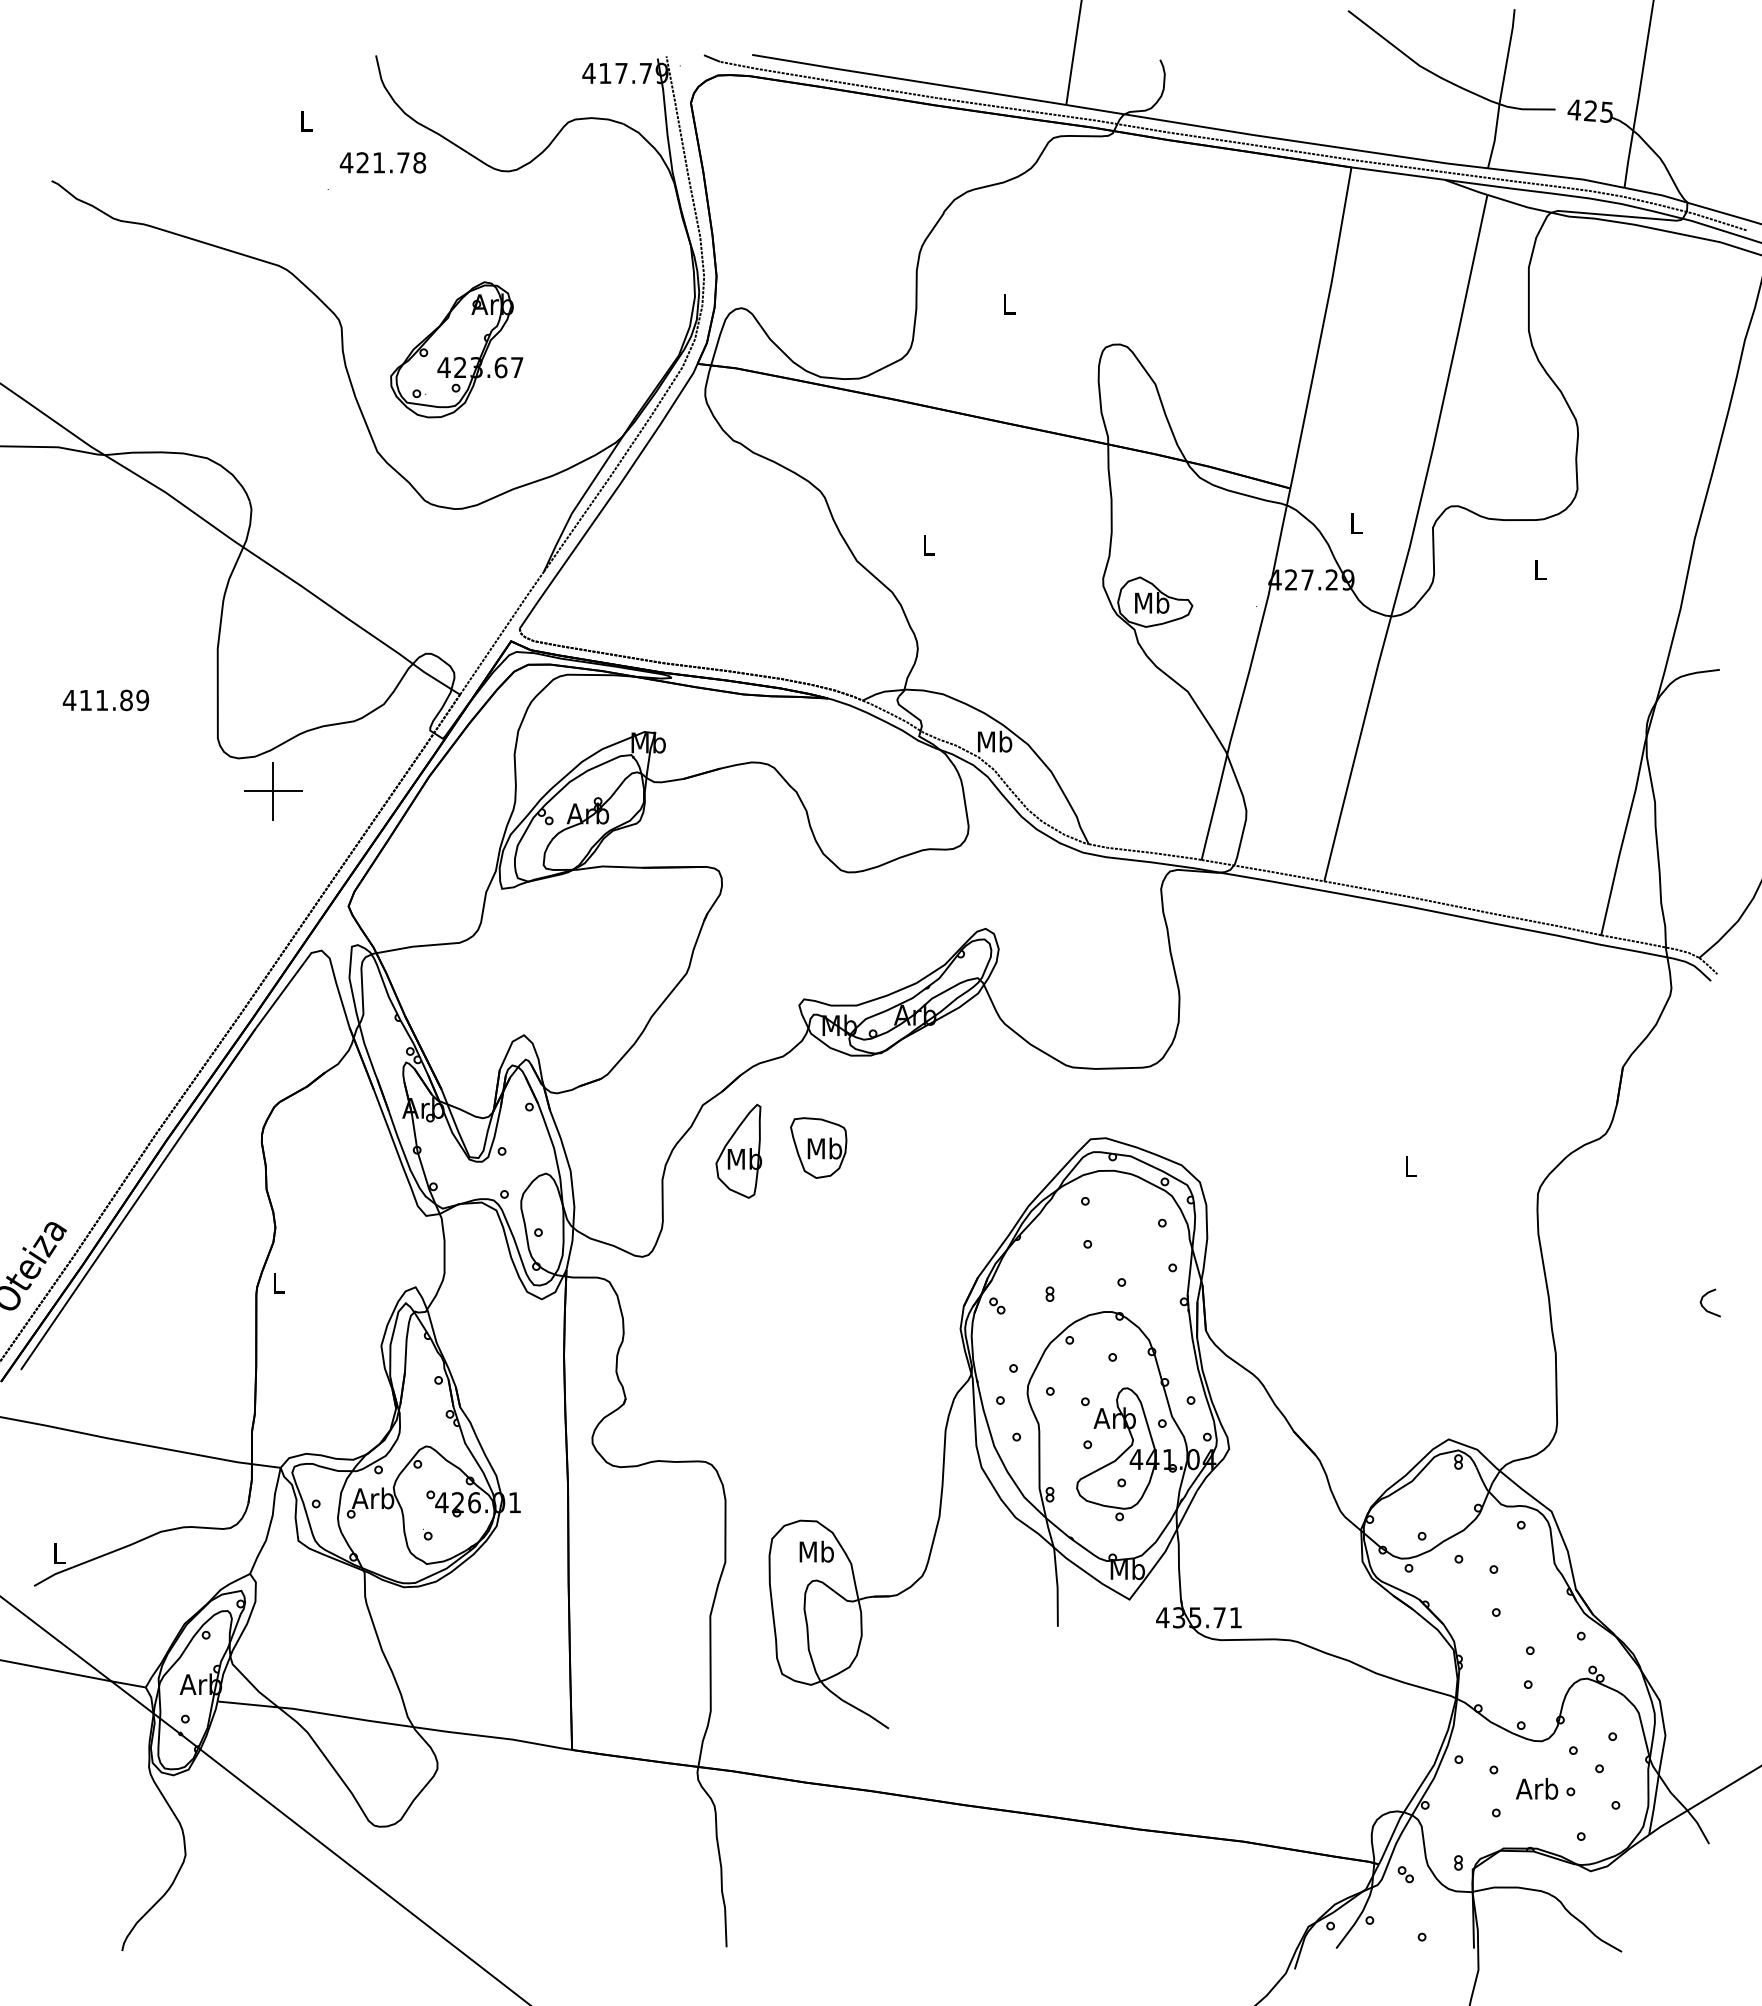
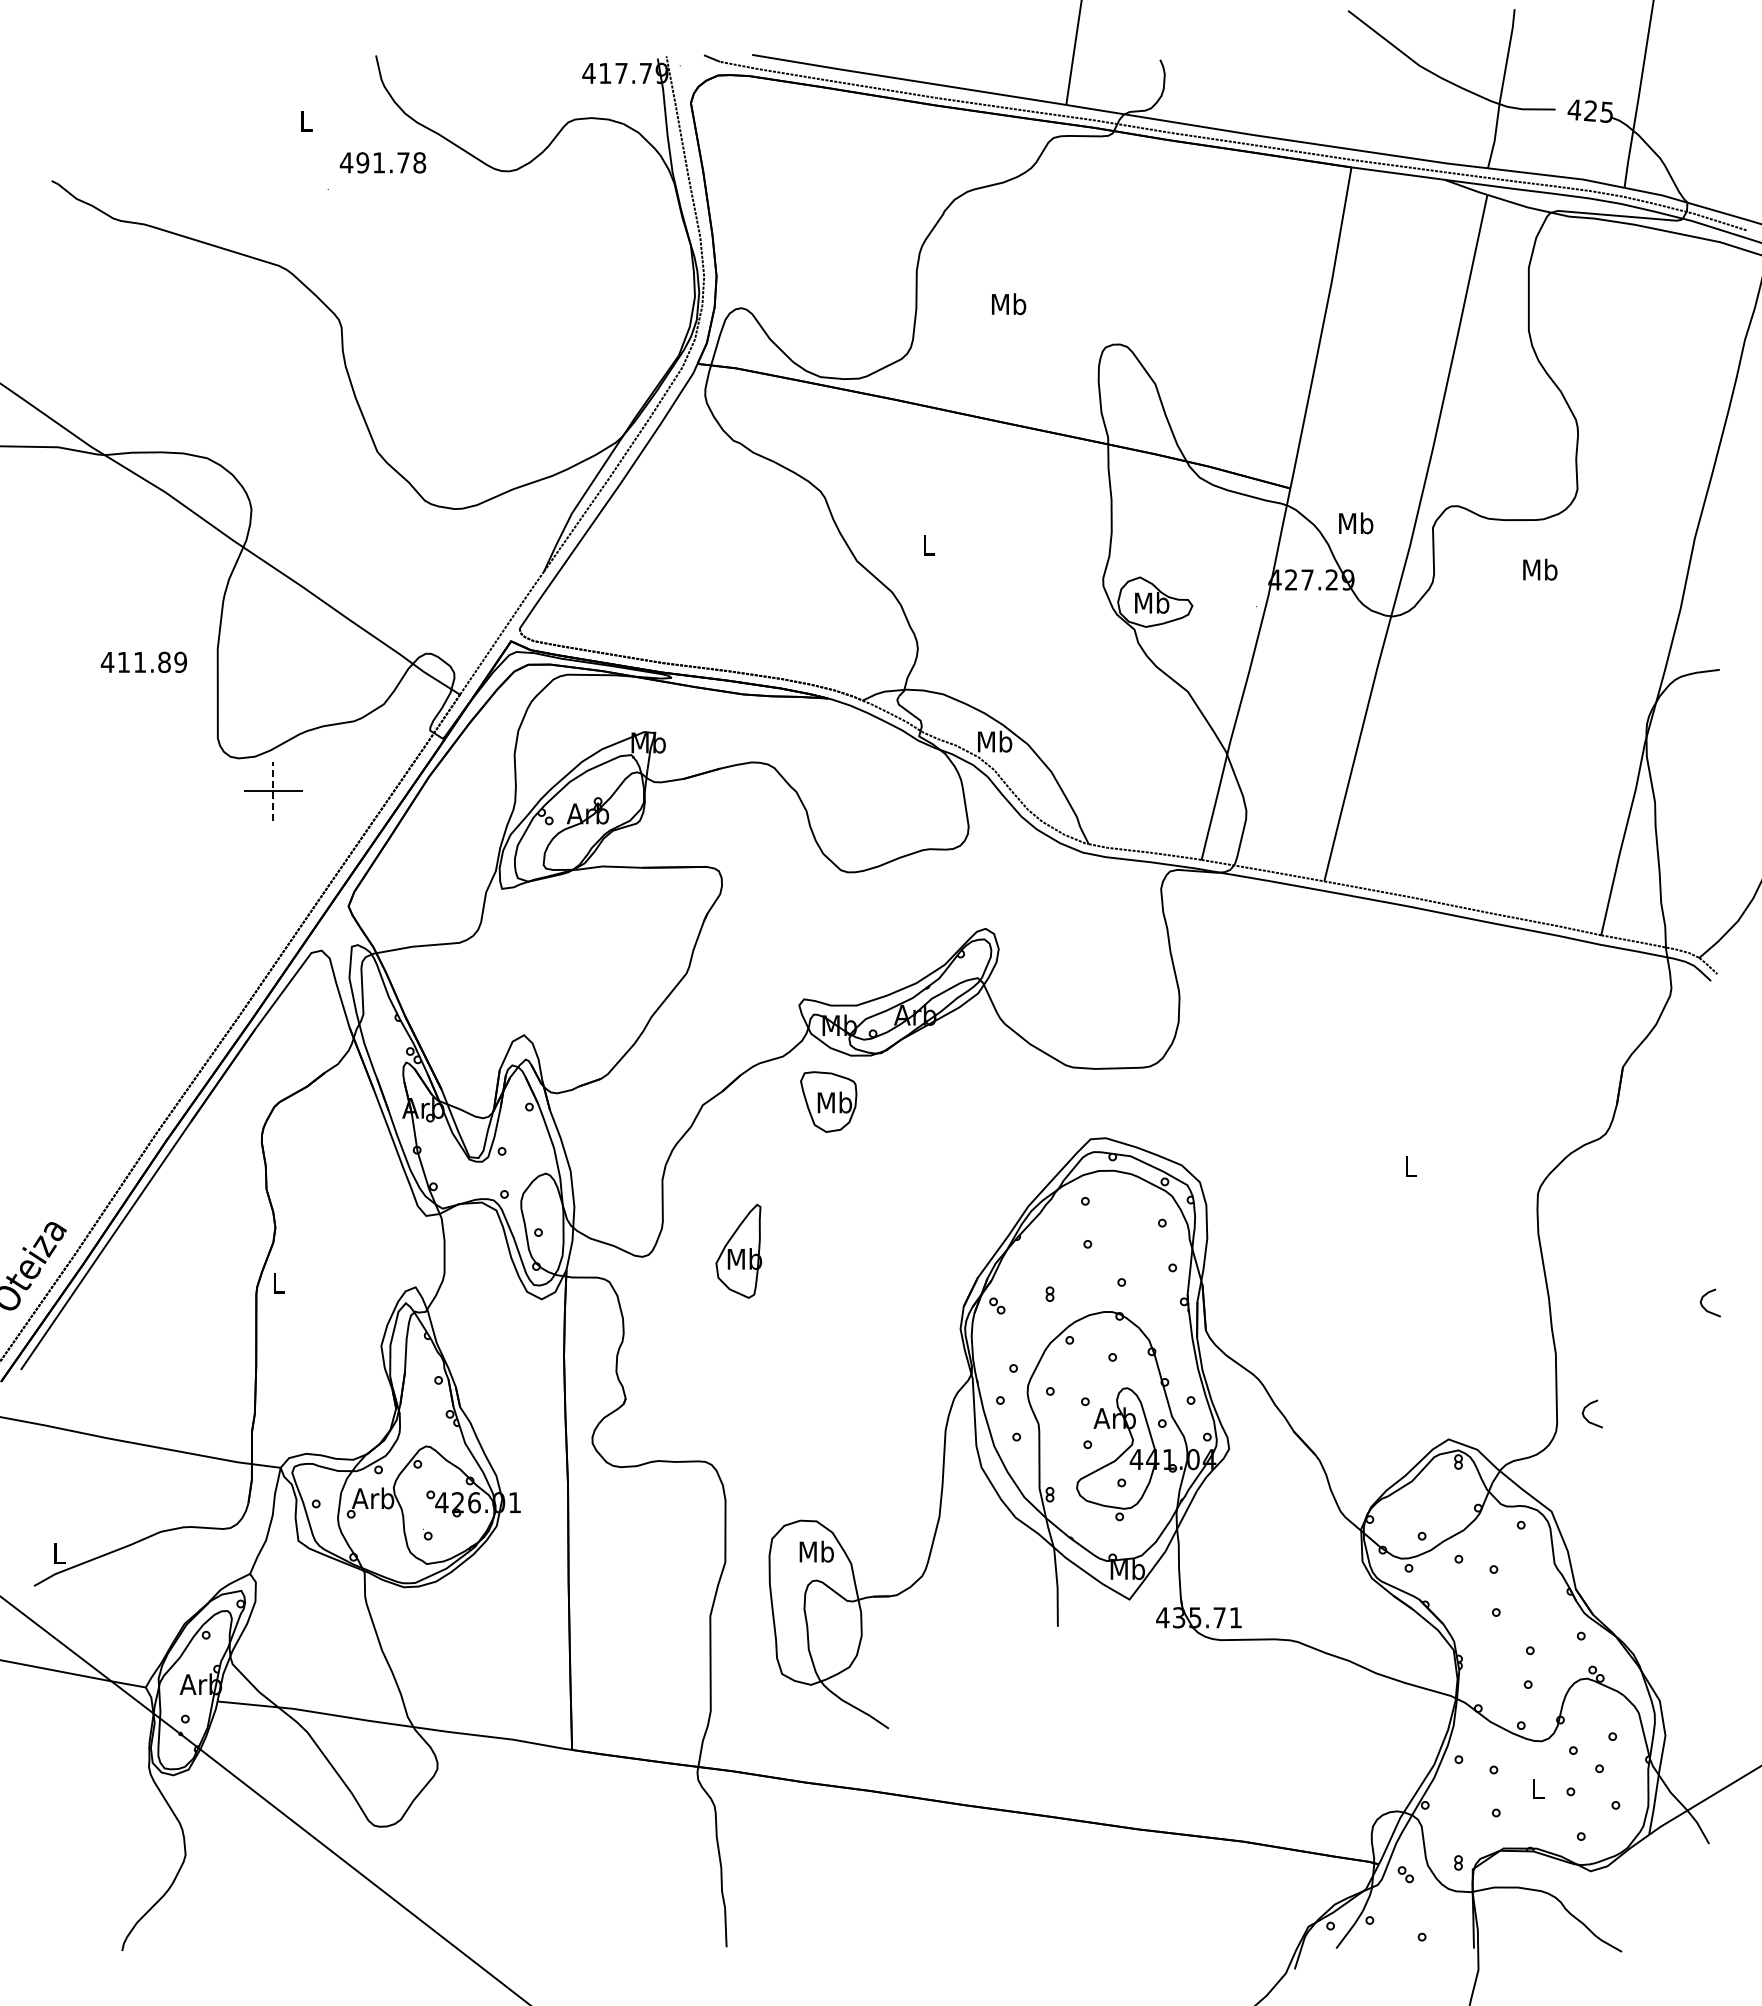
text at (362, 162): 421.78 -> 491.78
text at (1009, 304): L -> Mb
part at (456, 349): present -> none
text at (1356, 523): L -> Mb
text at (1540, 569): L -> Mb
text at (105, 700) position: (105, 700) -> (143, 662)
line at (273, 791): solid -> dashed
part at (818, 1147) position: (818, 1147) -> (828, 1101)
part at (738, 1150) position: (738, 1150) -> (738, 1250)
curve at (1584, 1414): none -> present
text at (1536, 1788): Arb -> L
